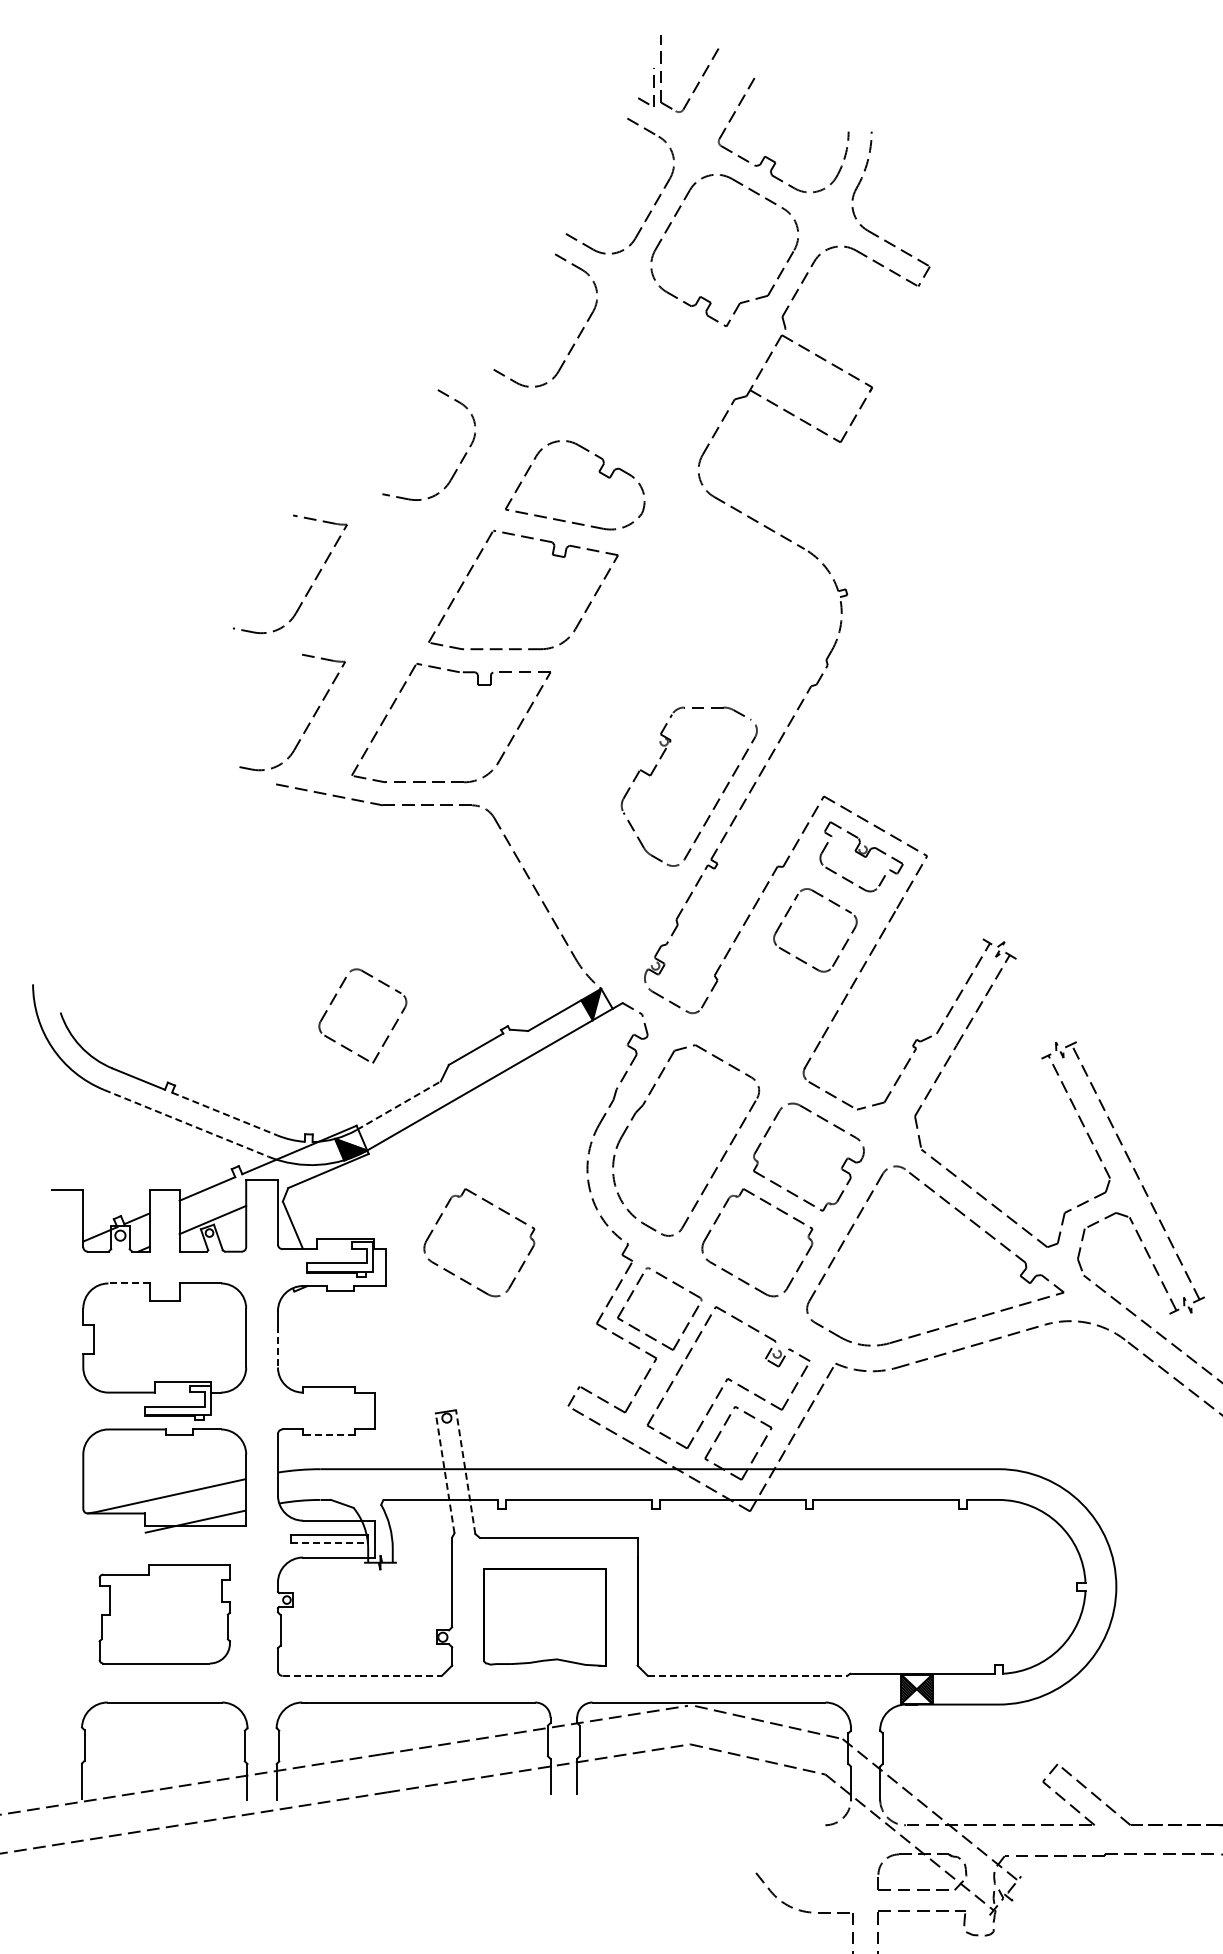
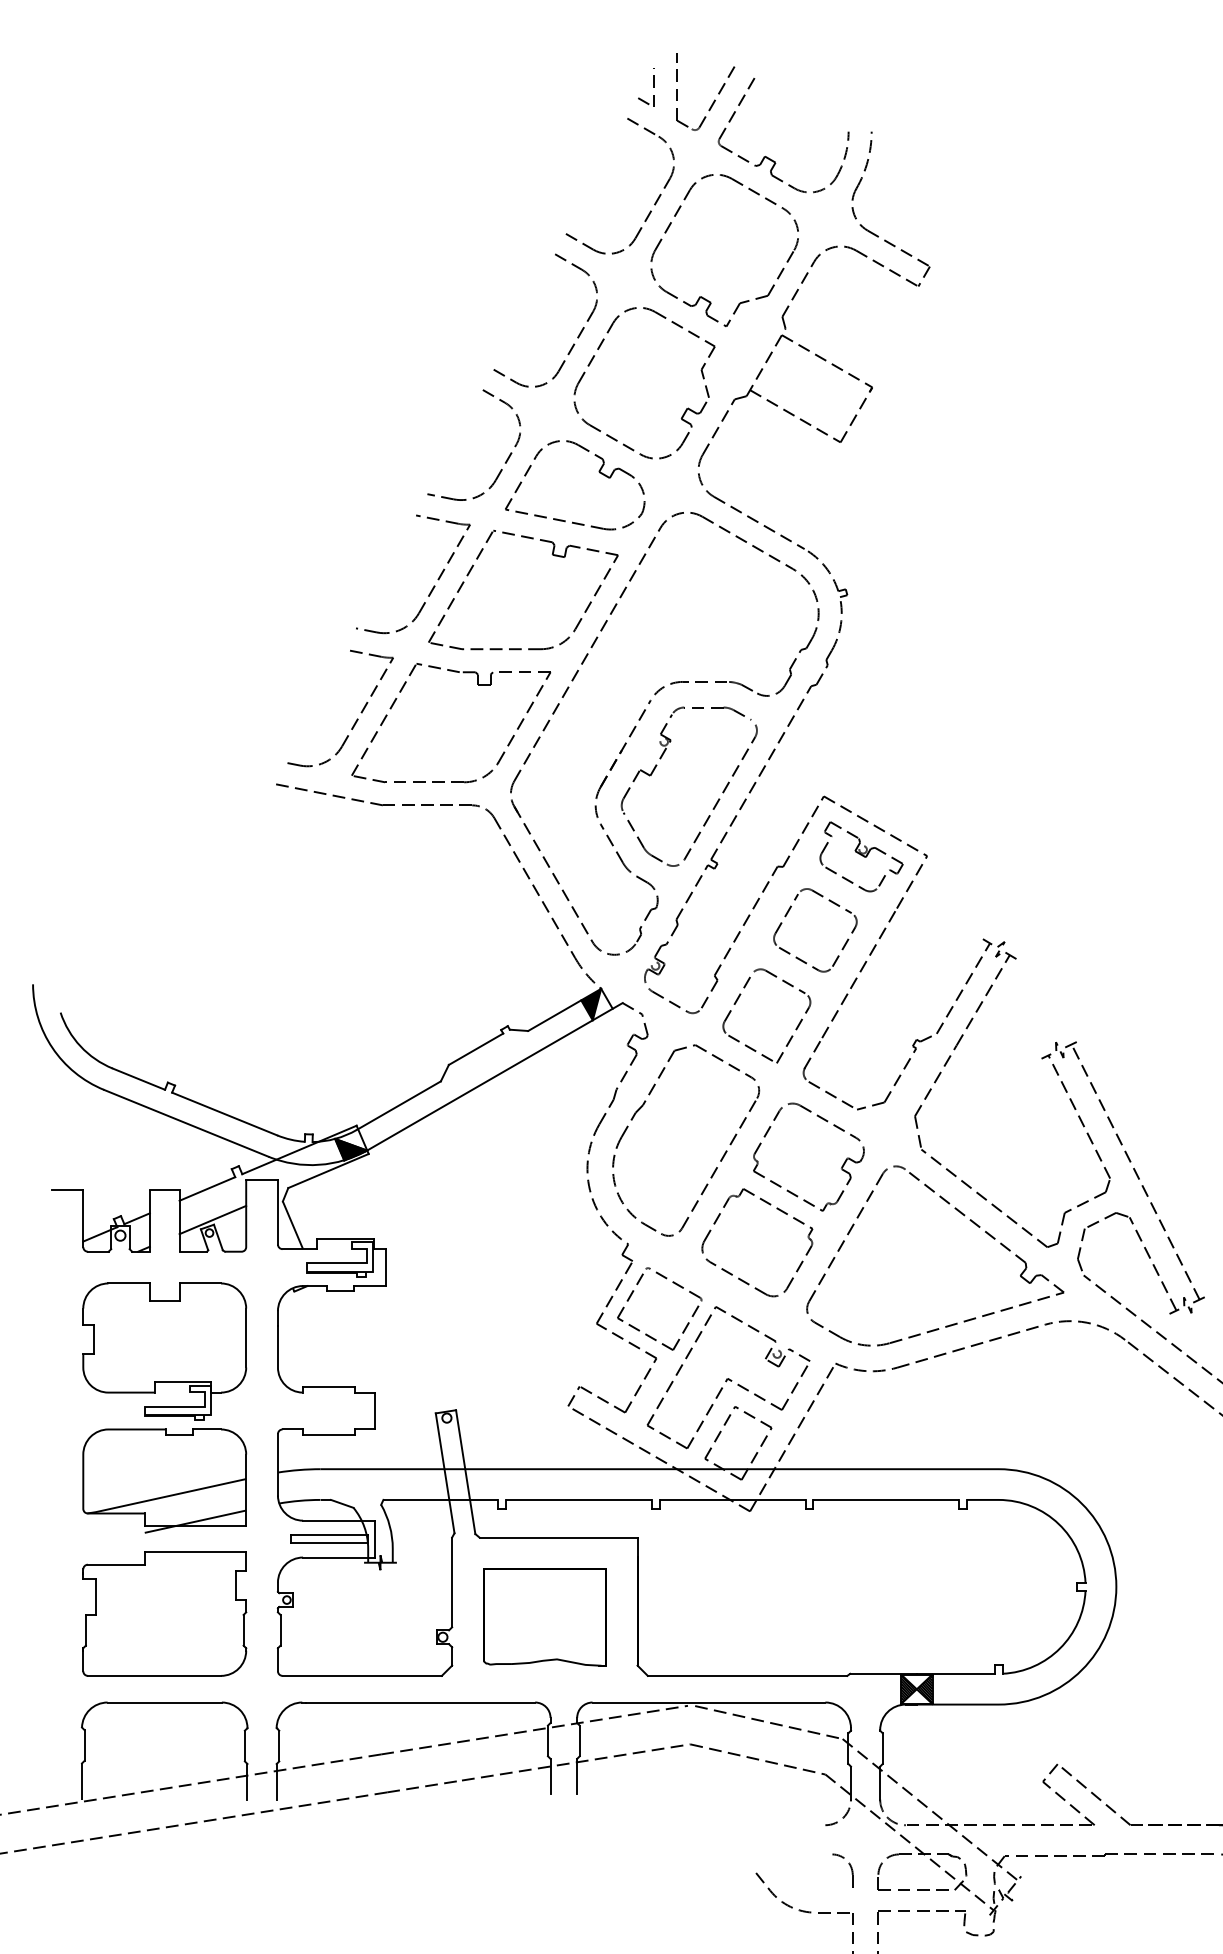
part at (698, 81) position: (698, 81) -> (714, 99)
part at (685, 409): none -> present
part at (461, 459) position: (461, 459) -> (506, 459)
part at (309, 587) position: (309, 587) -> (432, 587)
part at (640, 720): none -> present
part at (308, 723) position: (308, 723) -> (356, 719)
part at (391, 1028) position: (391, 1028) -> (795, 1028)
line at (399, 1105): dashed -> solid
line at (224, 1114): dashed -> solid
line at (186, 1123): dashed -> solid
part at (500, 1210): present -> none
line at (129, 1283): dashed -> solid
line at (277, 1346): dashed -> solid
line at (328, 1434): dashed -> solid
line at (465, 1472): dashed -> solid
line at (445, 1473): dashed -> solid
line at (329, 1543): dashed -> solid
part at (164, 1614) size: 133x101 px -> 166x126 px
line at (362, 1675): dashed -> solid
line at (747, 1675): dashed -> solid
part at (849, 1866): none -> present
